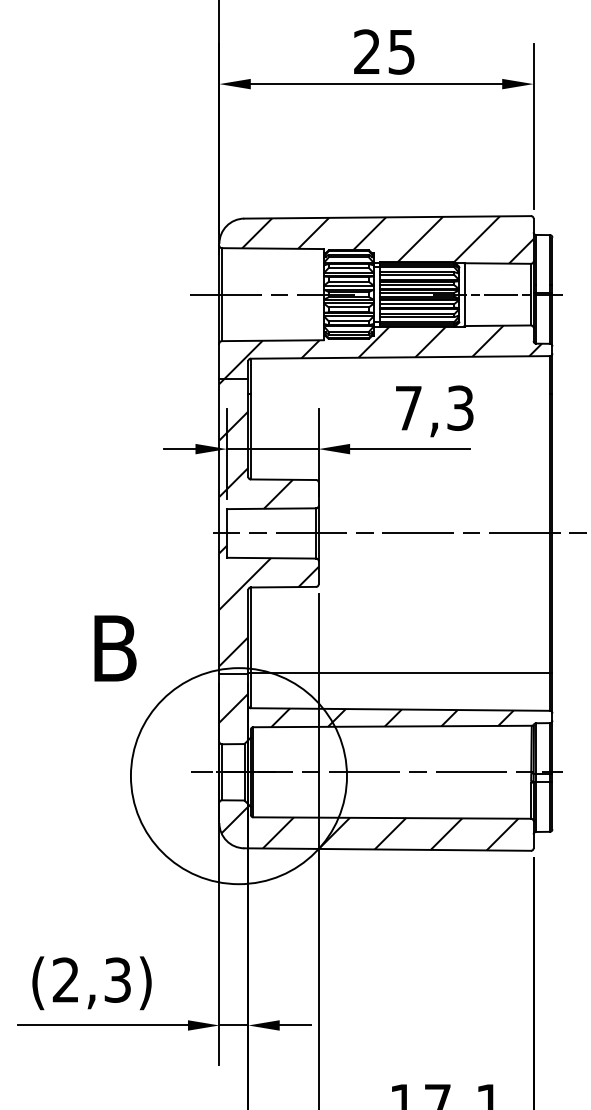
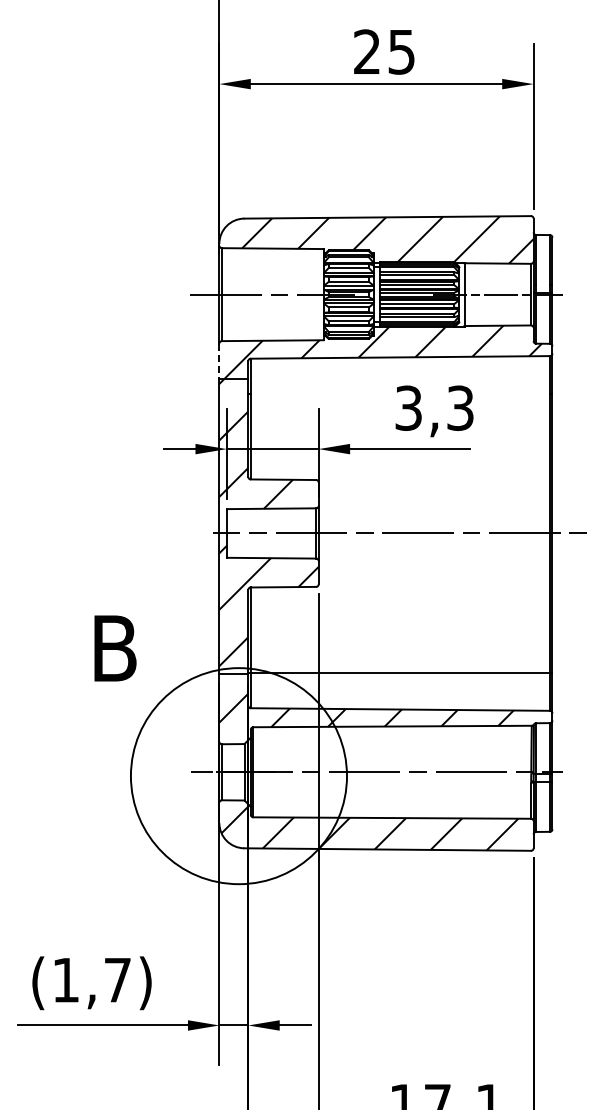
line at (219, 361): solid -> dashed
text at (408, 407): 7,3 -> 3,3
text at (91, 979): (2,3) -> (1,7)
